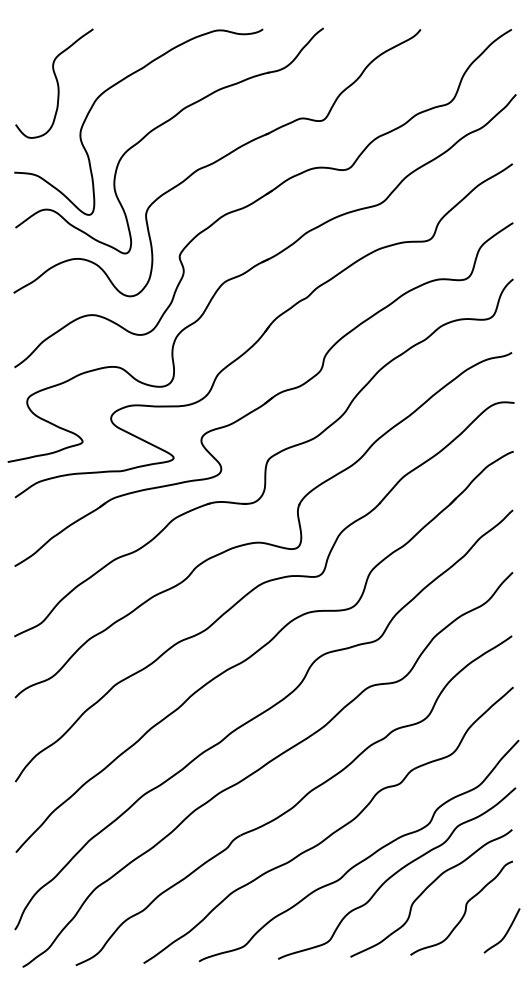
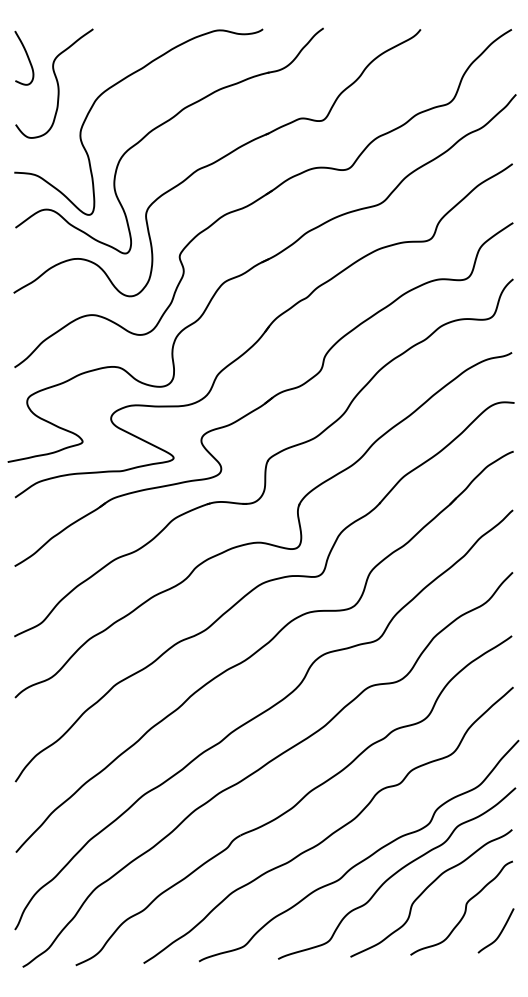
curve at (26, 55): none -> present
curve at (505, 933) position: (505, 933) -> (499, 933)
